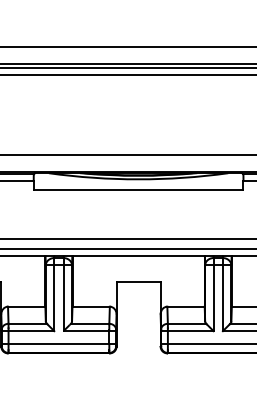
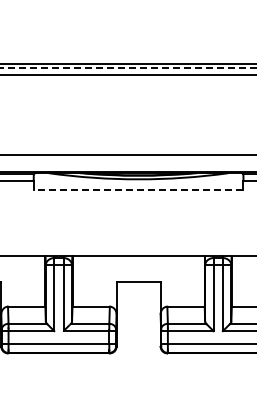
line at (127, 46): present -> none
line at (128, 68): solid -> dashed
line at (138, 190): solid -> dashed
line at (127, 239): present -> none
line at (127, 249): present -> none
